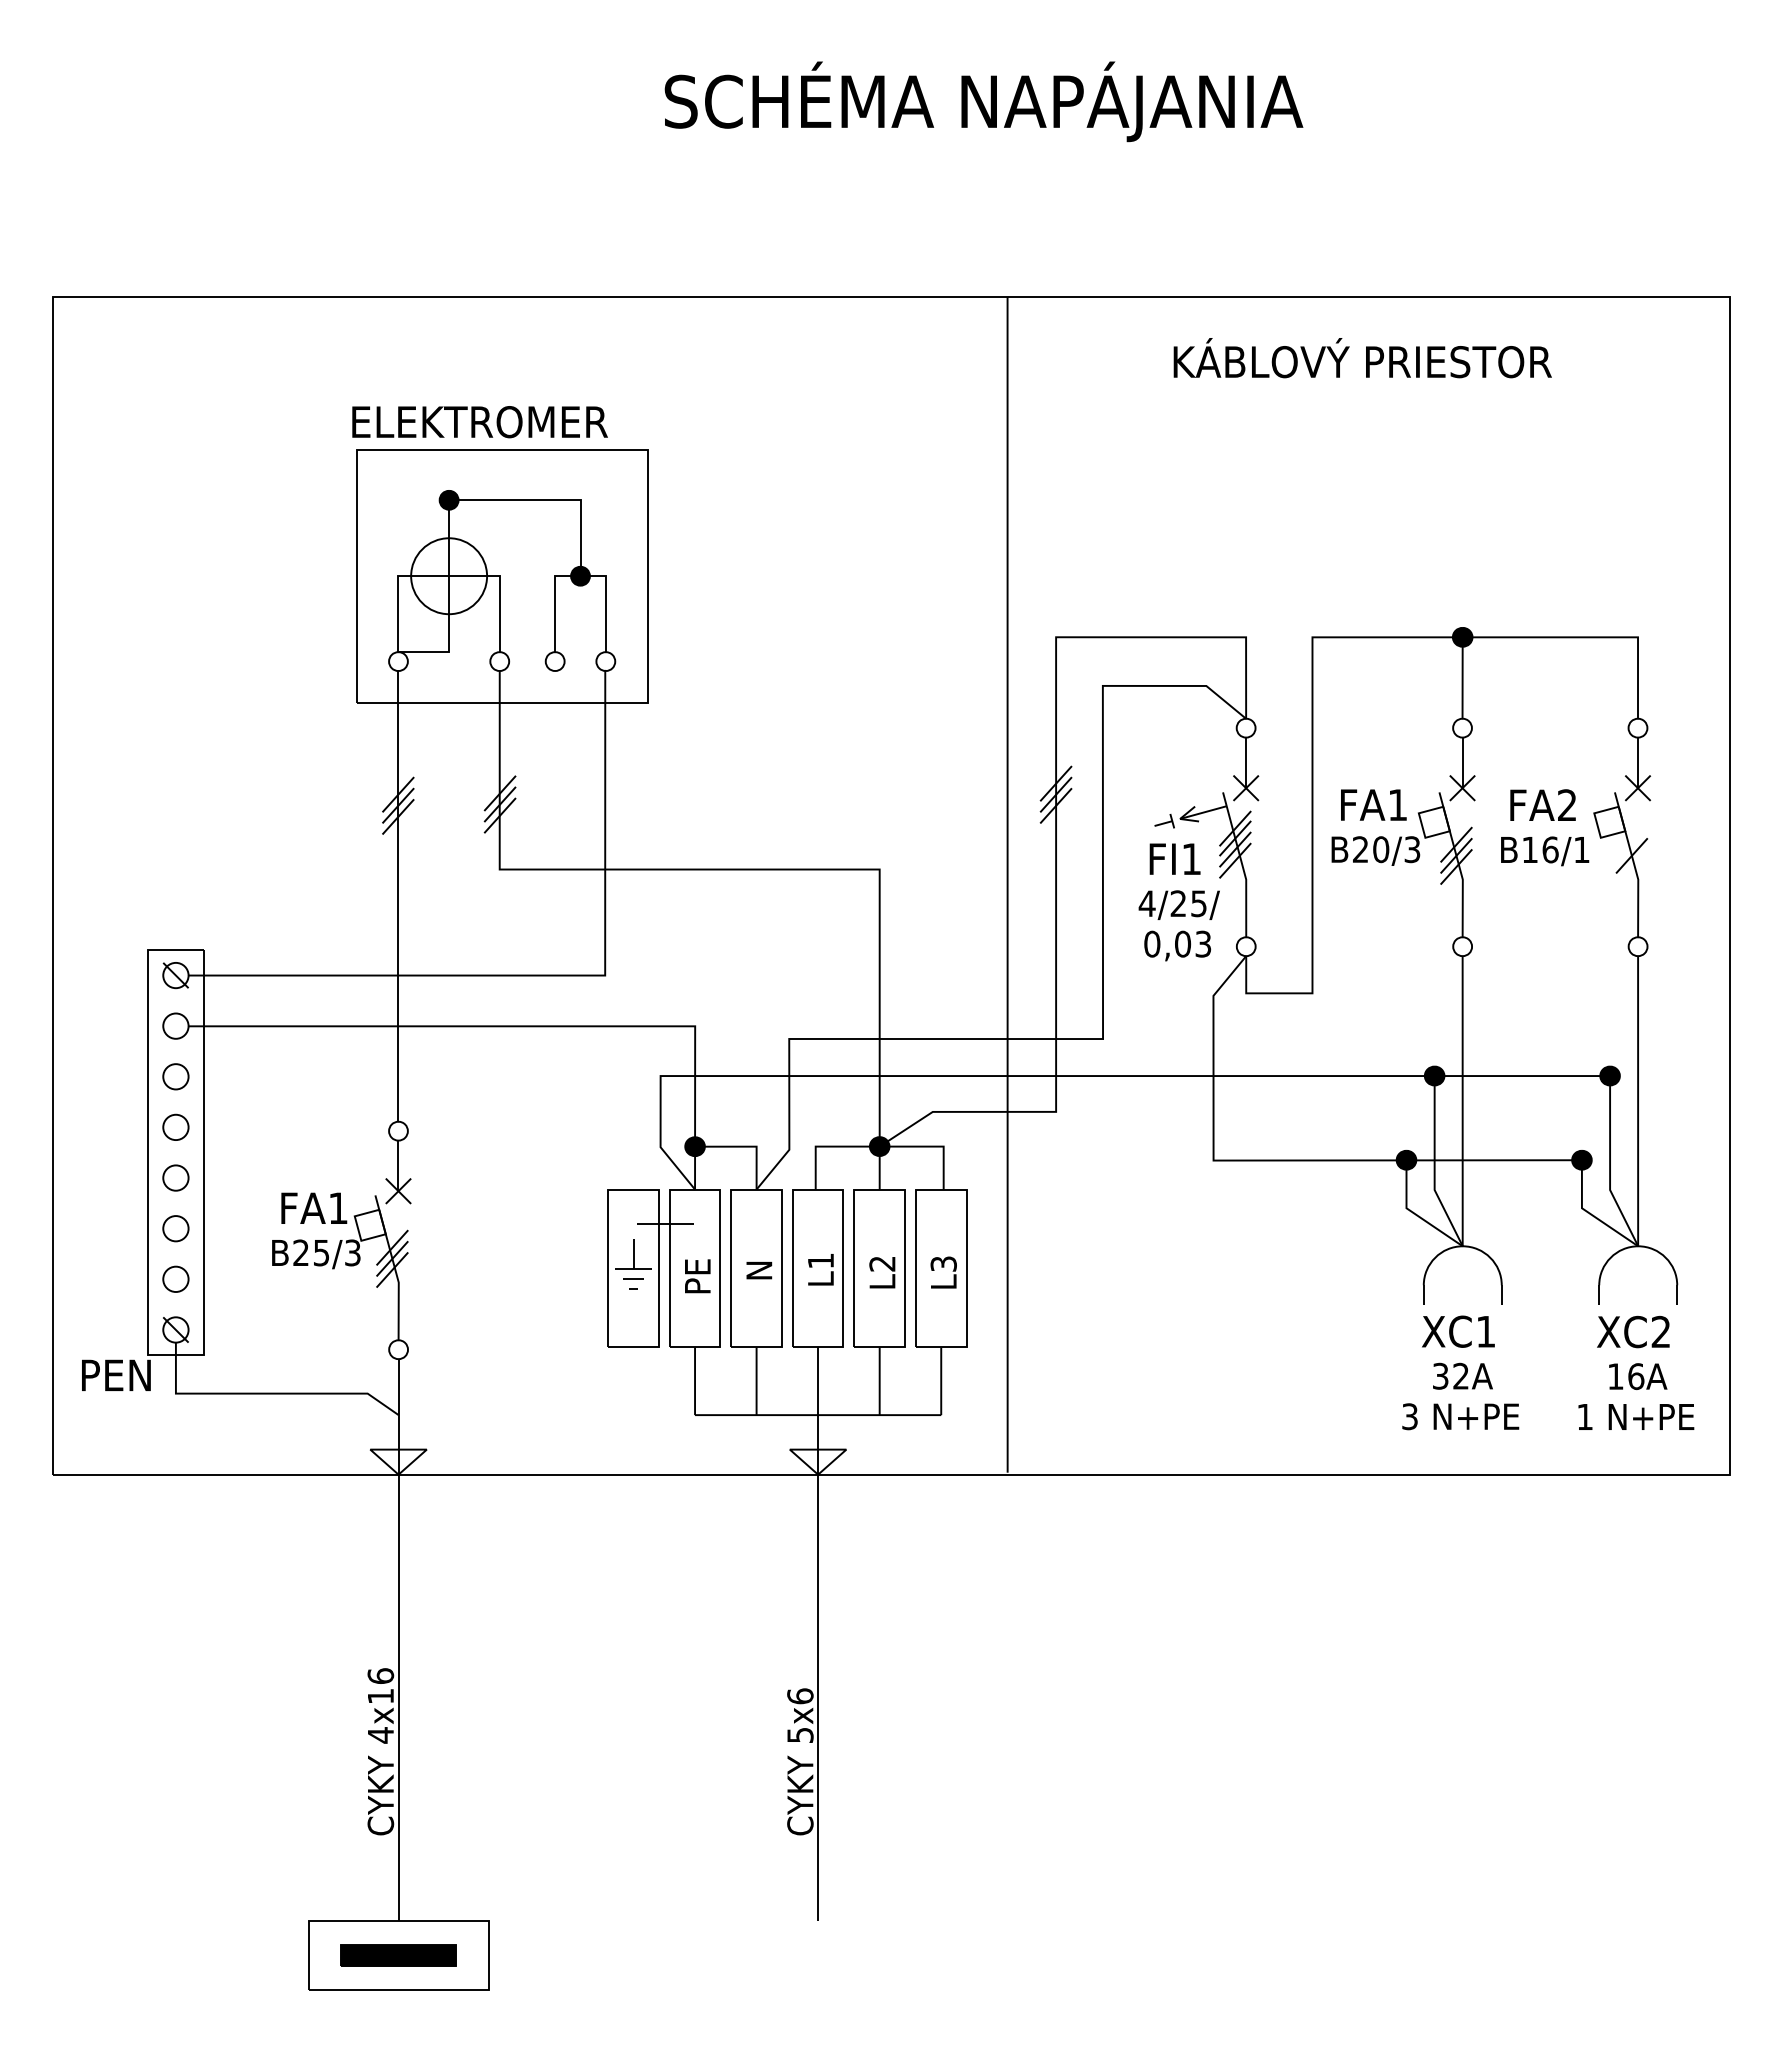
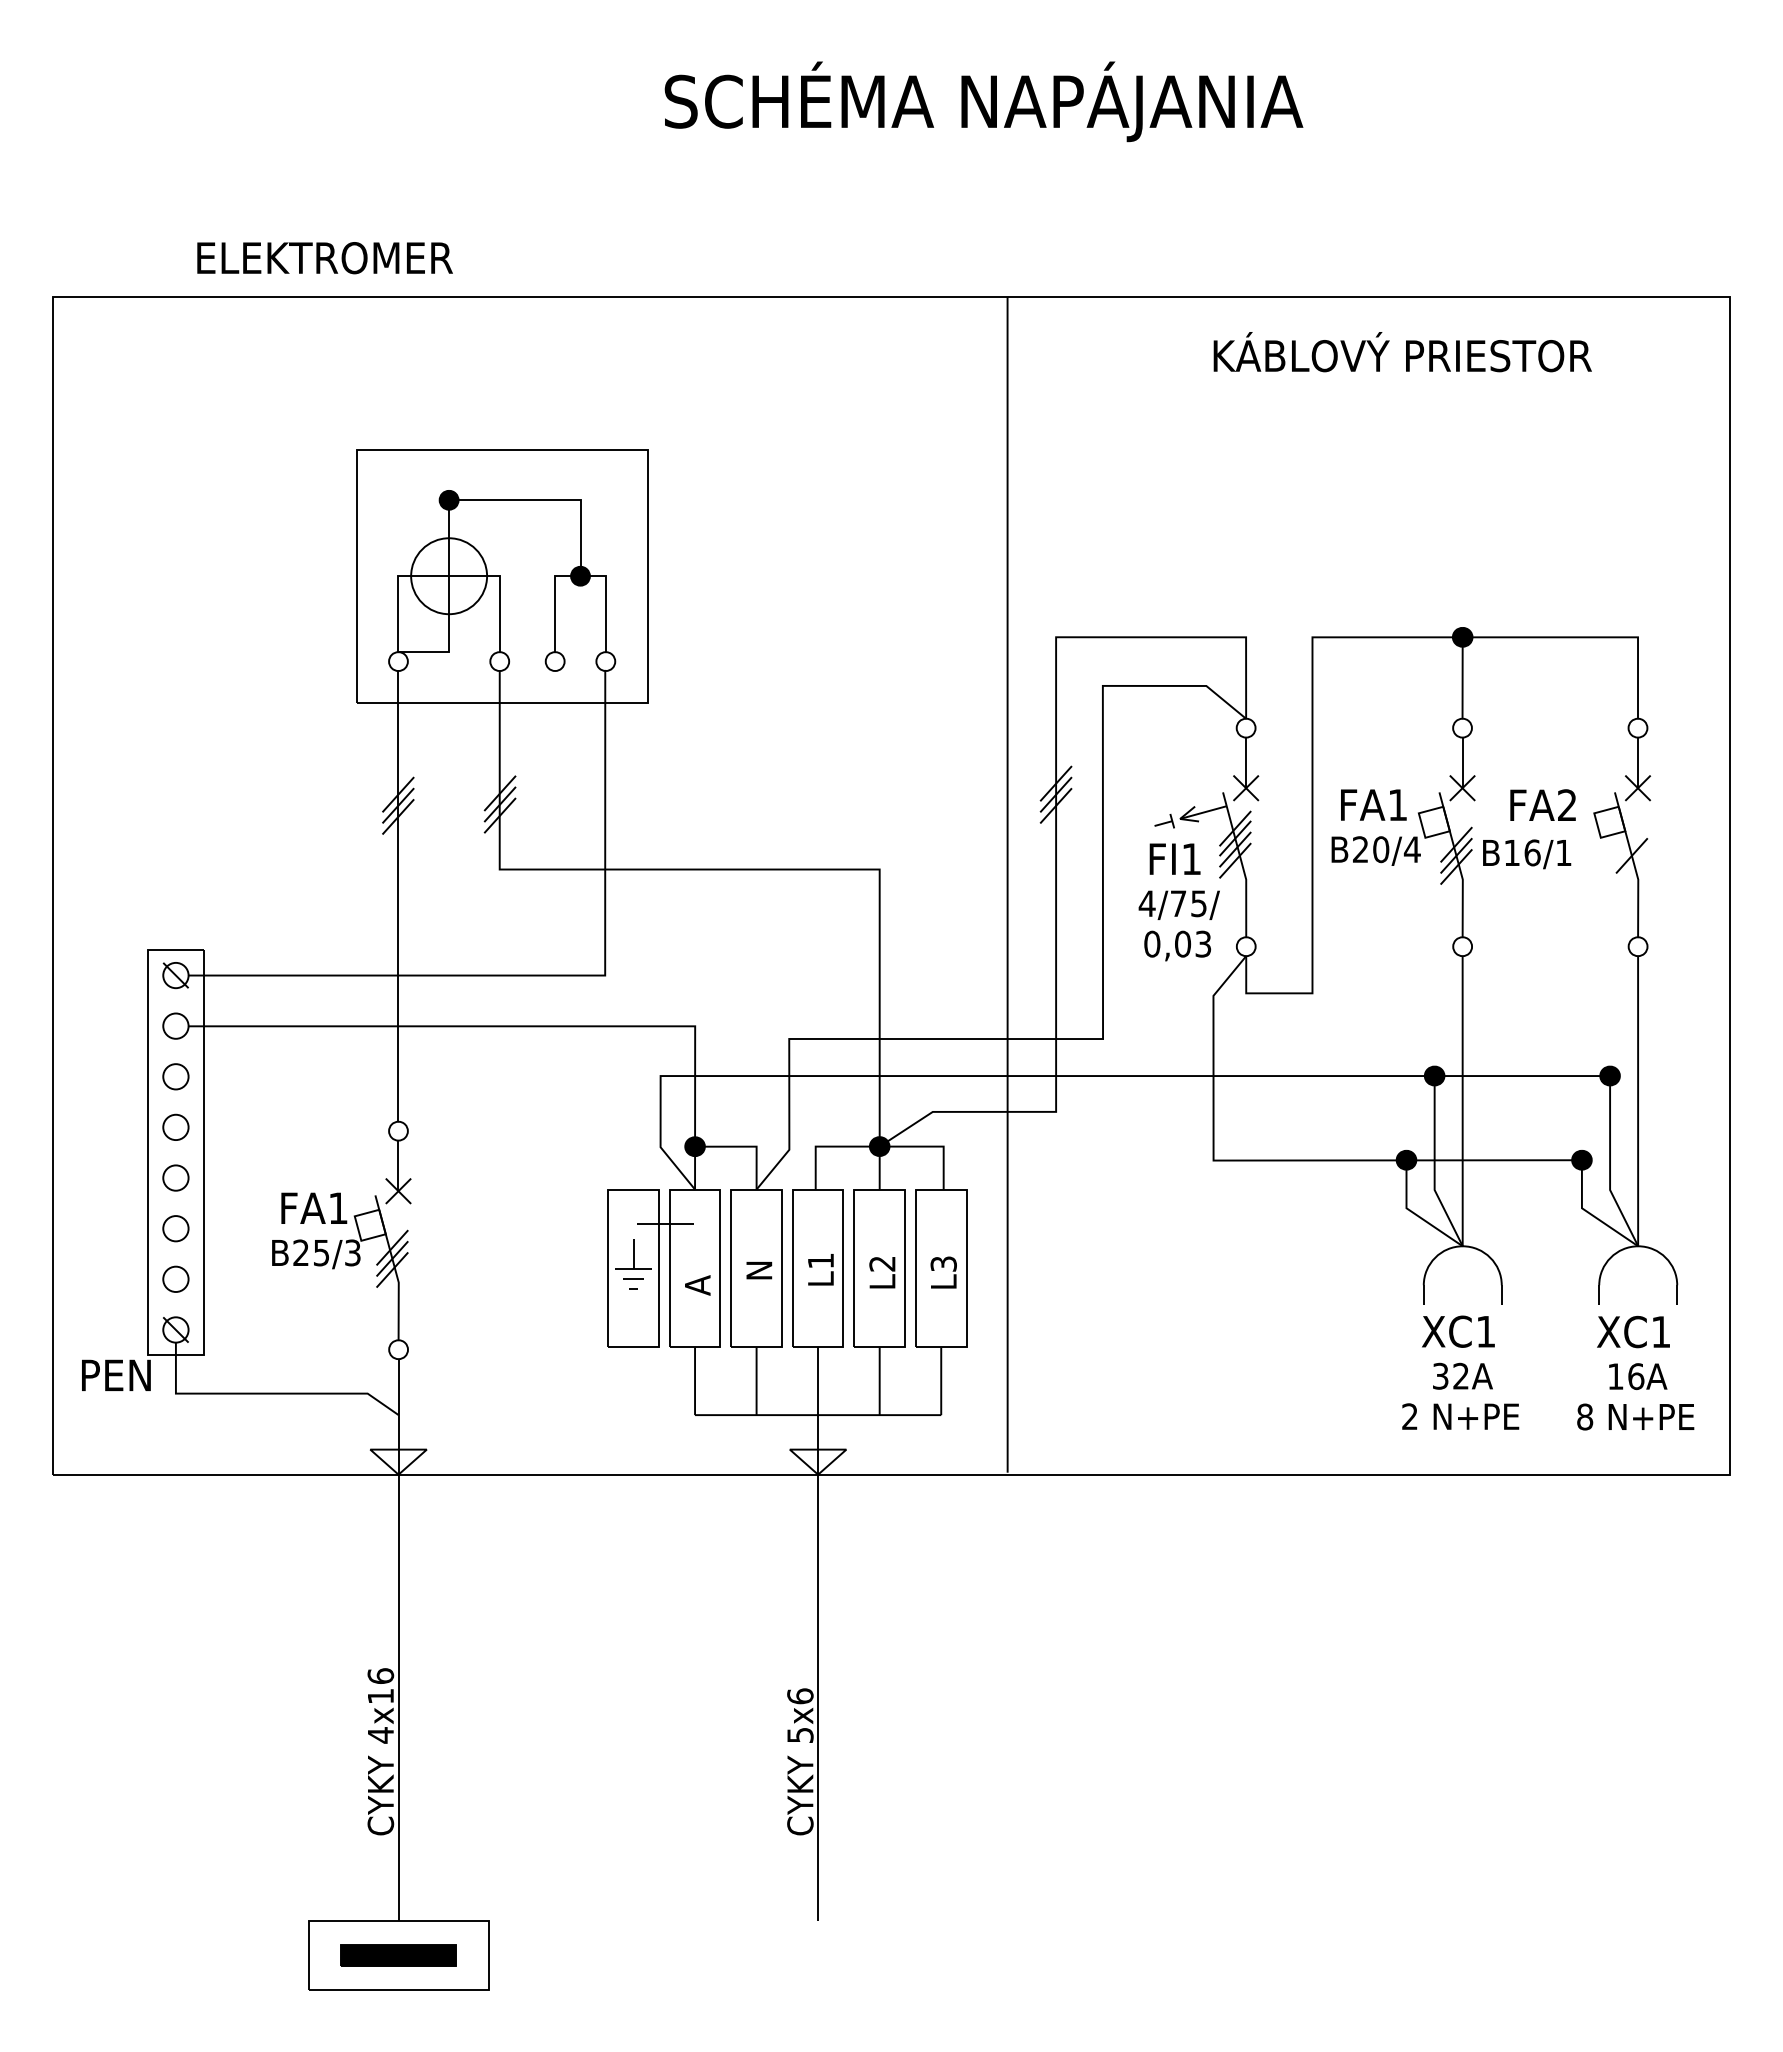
text at (1362, 358) position: (1362, 358) -> (1402, 352)
text at (479, 422) position: (479, 422) -> (324, 258)
text at (1411, 849): B20/3 -> B20/4
text at (1545, 851) position: (1545, 851) -> (1527, 854)
text at (1178, 903): 4/25/ -> 4/75/
text at (697, 1277): PE -> A
text at (1660, 1331): XC2 -> XC1
text at (1409, 1416): 3 -> 2
text at (1585, 1416): 1 -> 8
